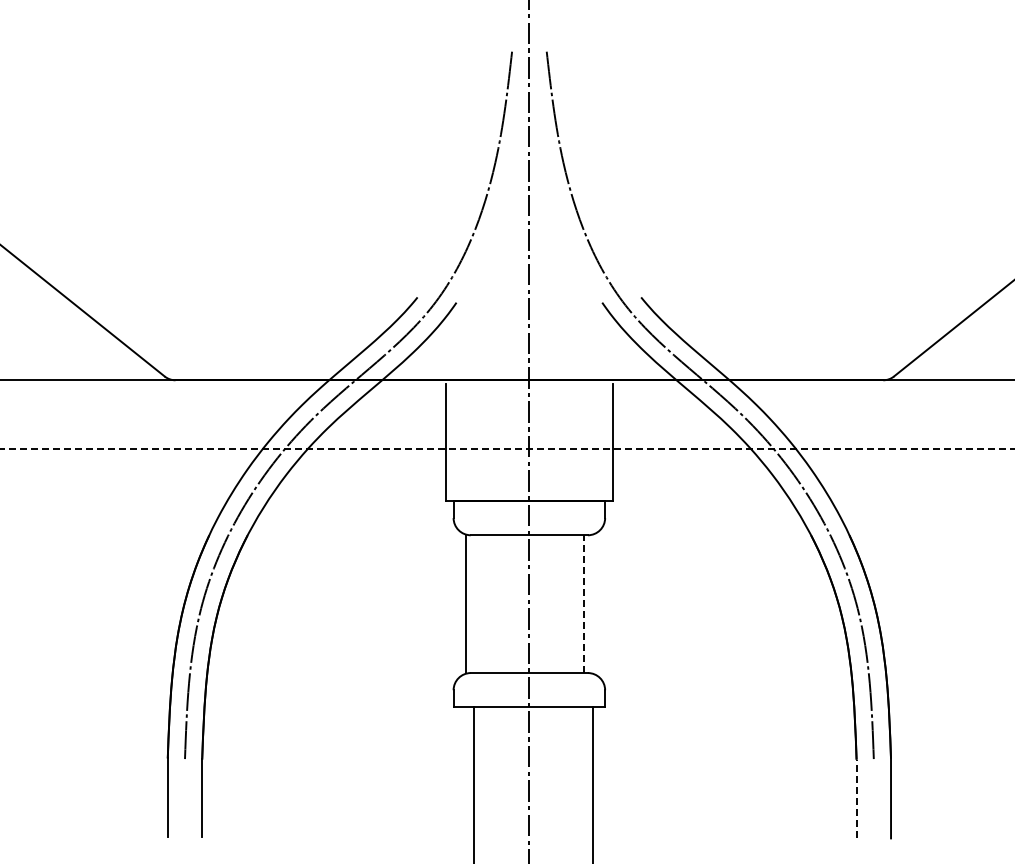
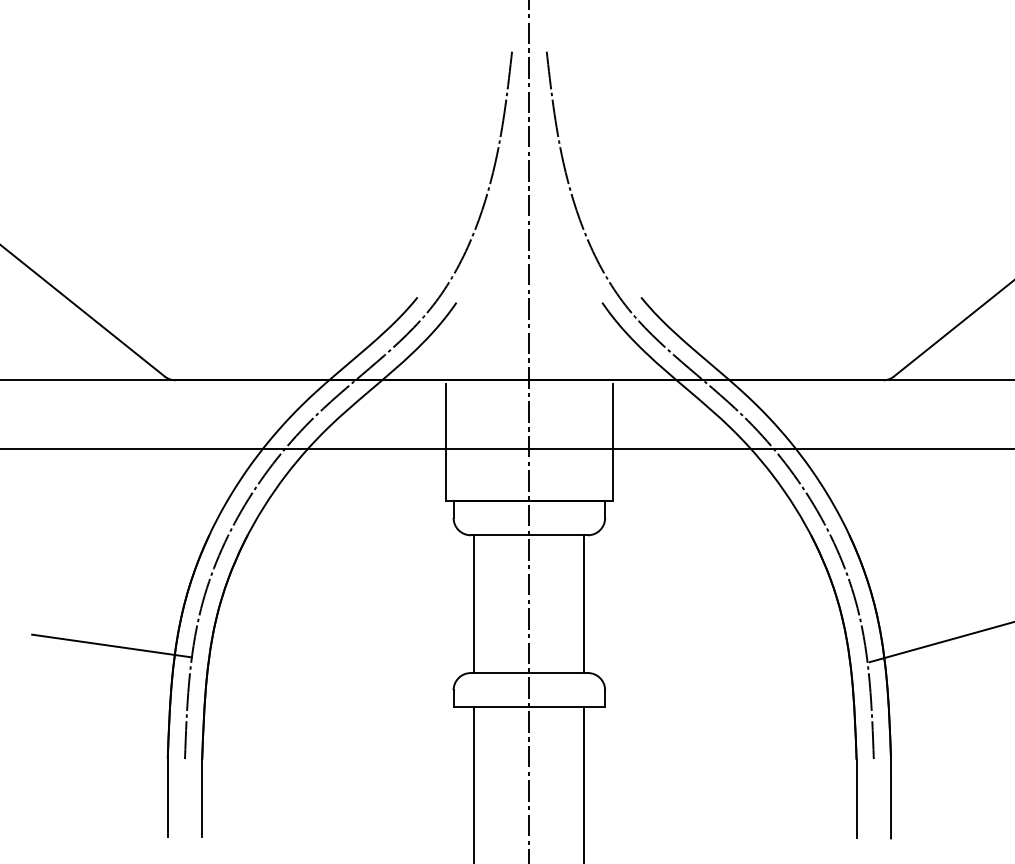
line at (507, 449): dashed -> solid
line at (466, 604) position: (466, 604) -> (474, 604)
line at (584, 604): dashed -> solid
line at (940, 642): none -> present
line at (111, 645): none -> present
line at (593, 783) position: (593, 783) -> (584, 783)
line at (856, 798): dashed -> solid
